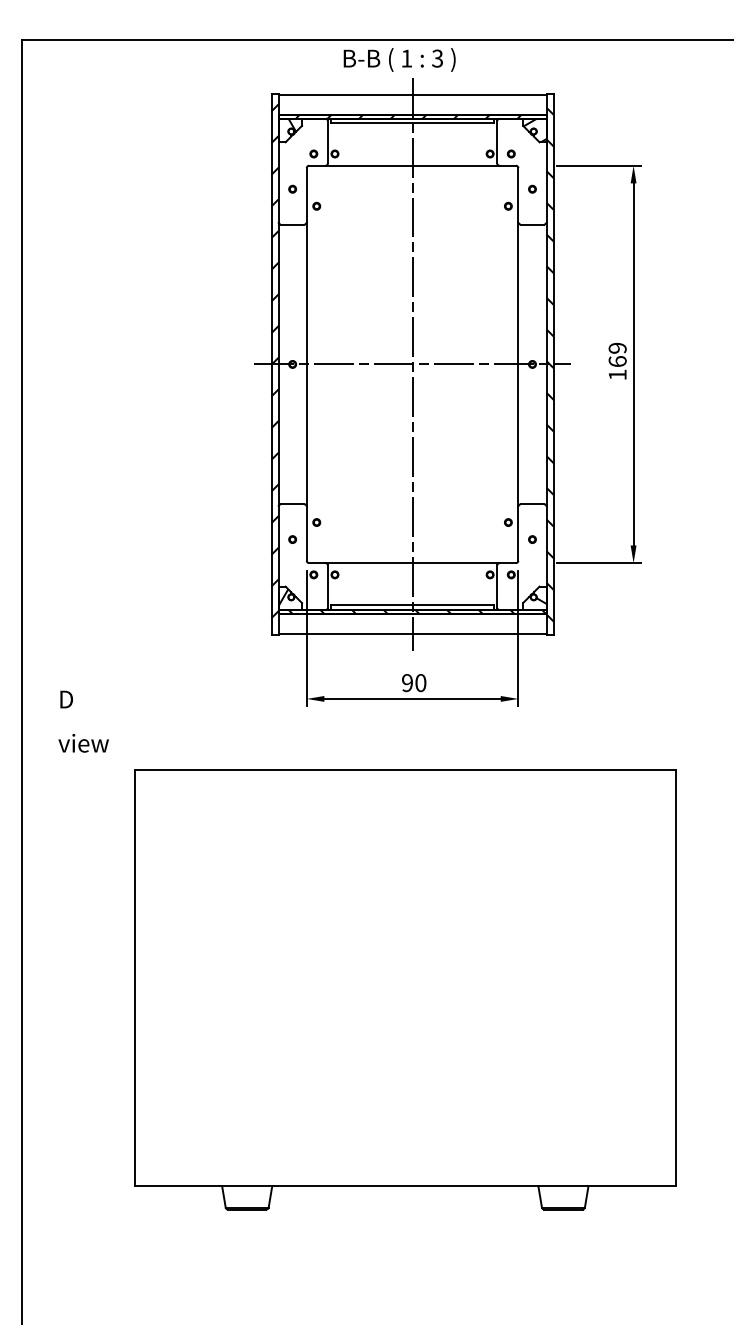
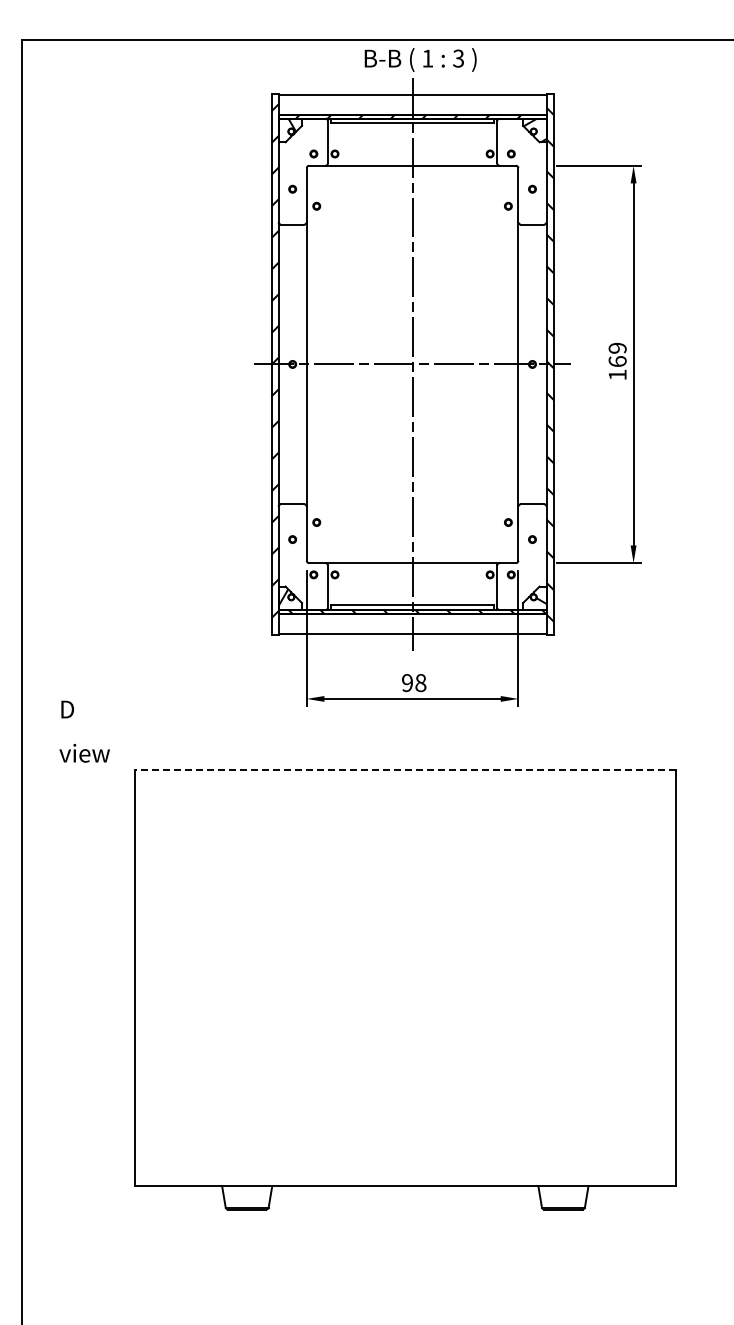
text at (399, 59) position: (399, 59) -> (420, 59)
text at (420, 682): 90 -> 98
text at (83, 721) position: (83, 721) -> (84, 731)
line at (404, 769): solid -> dashed
